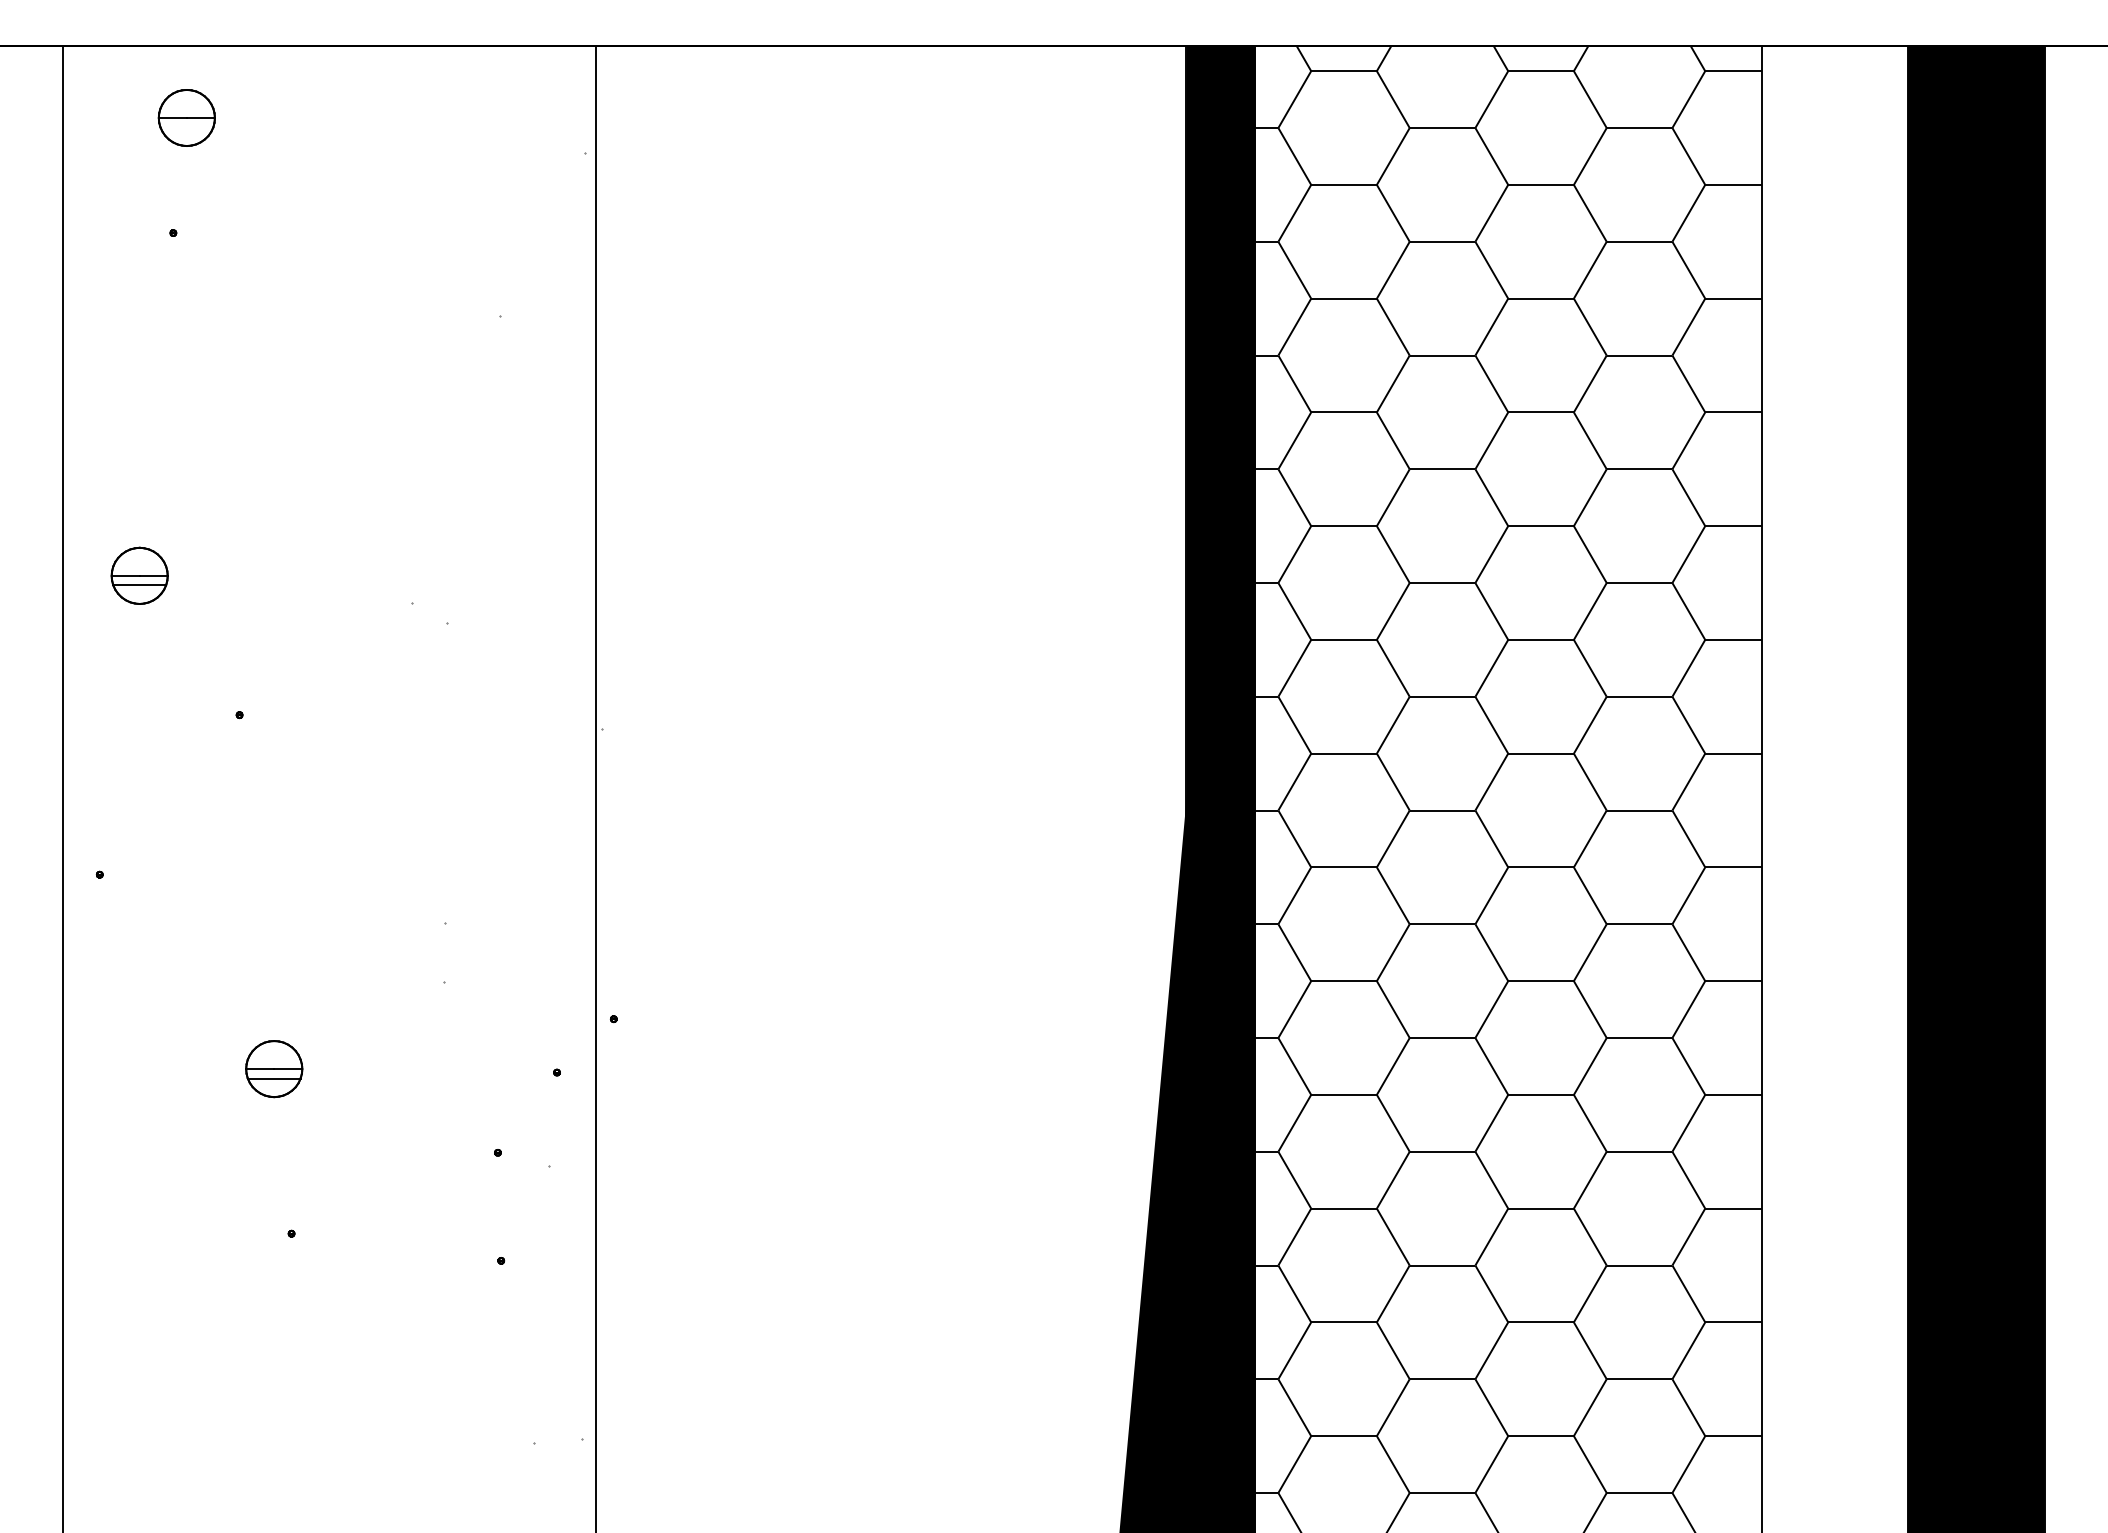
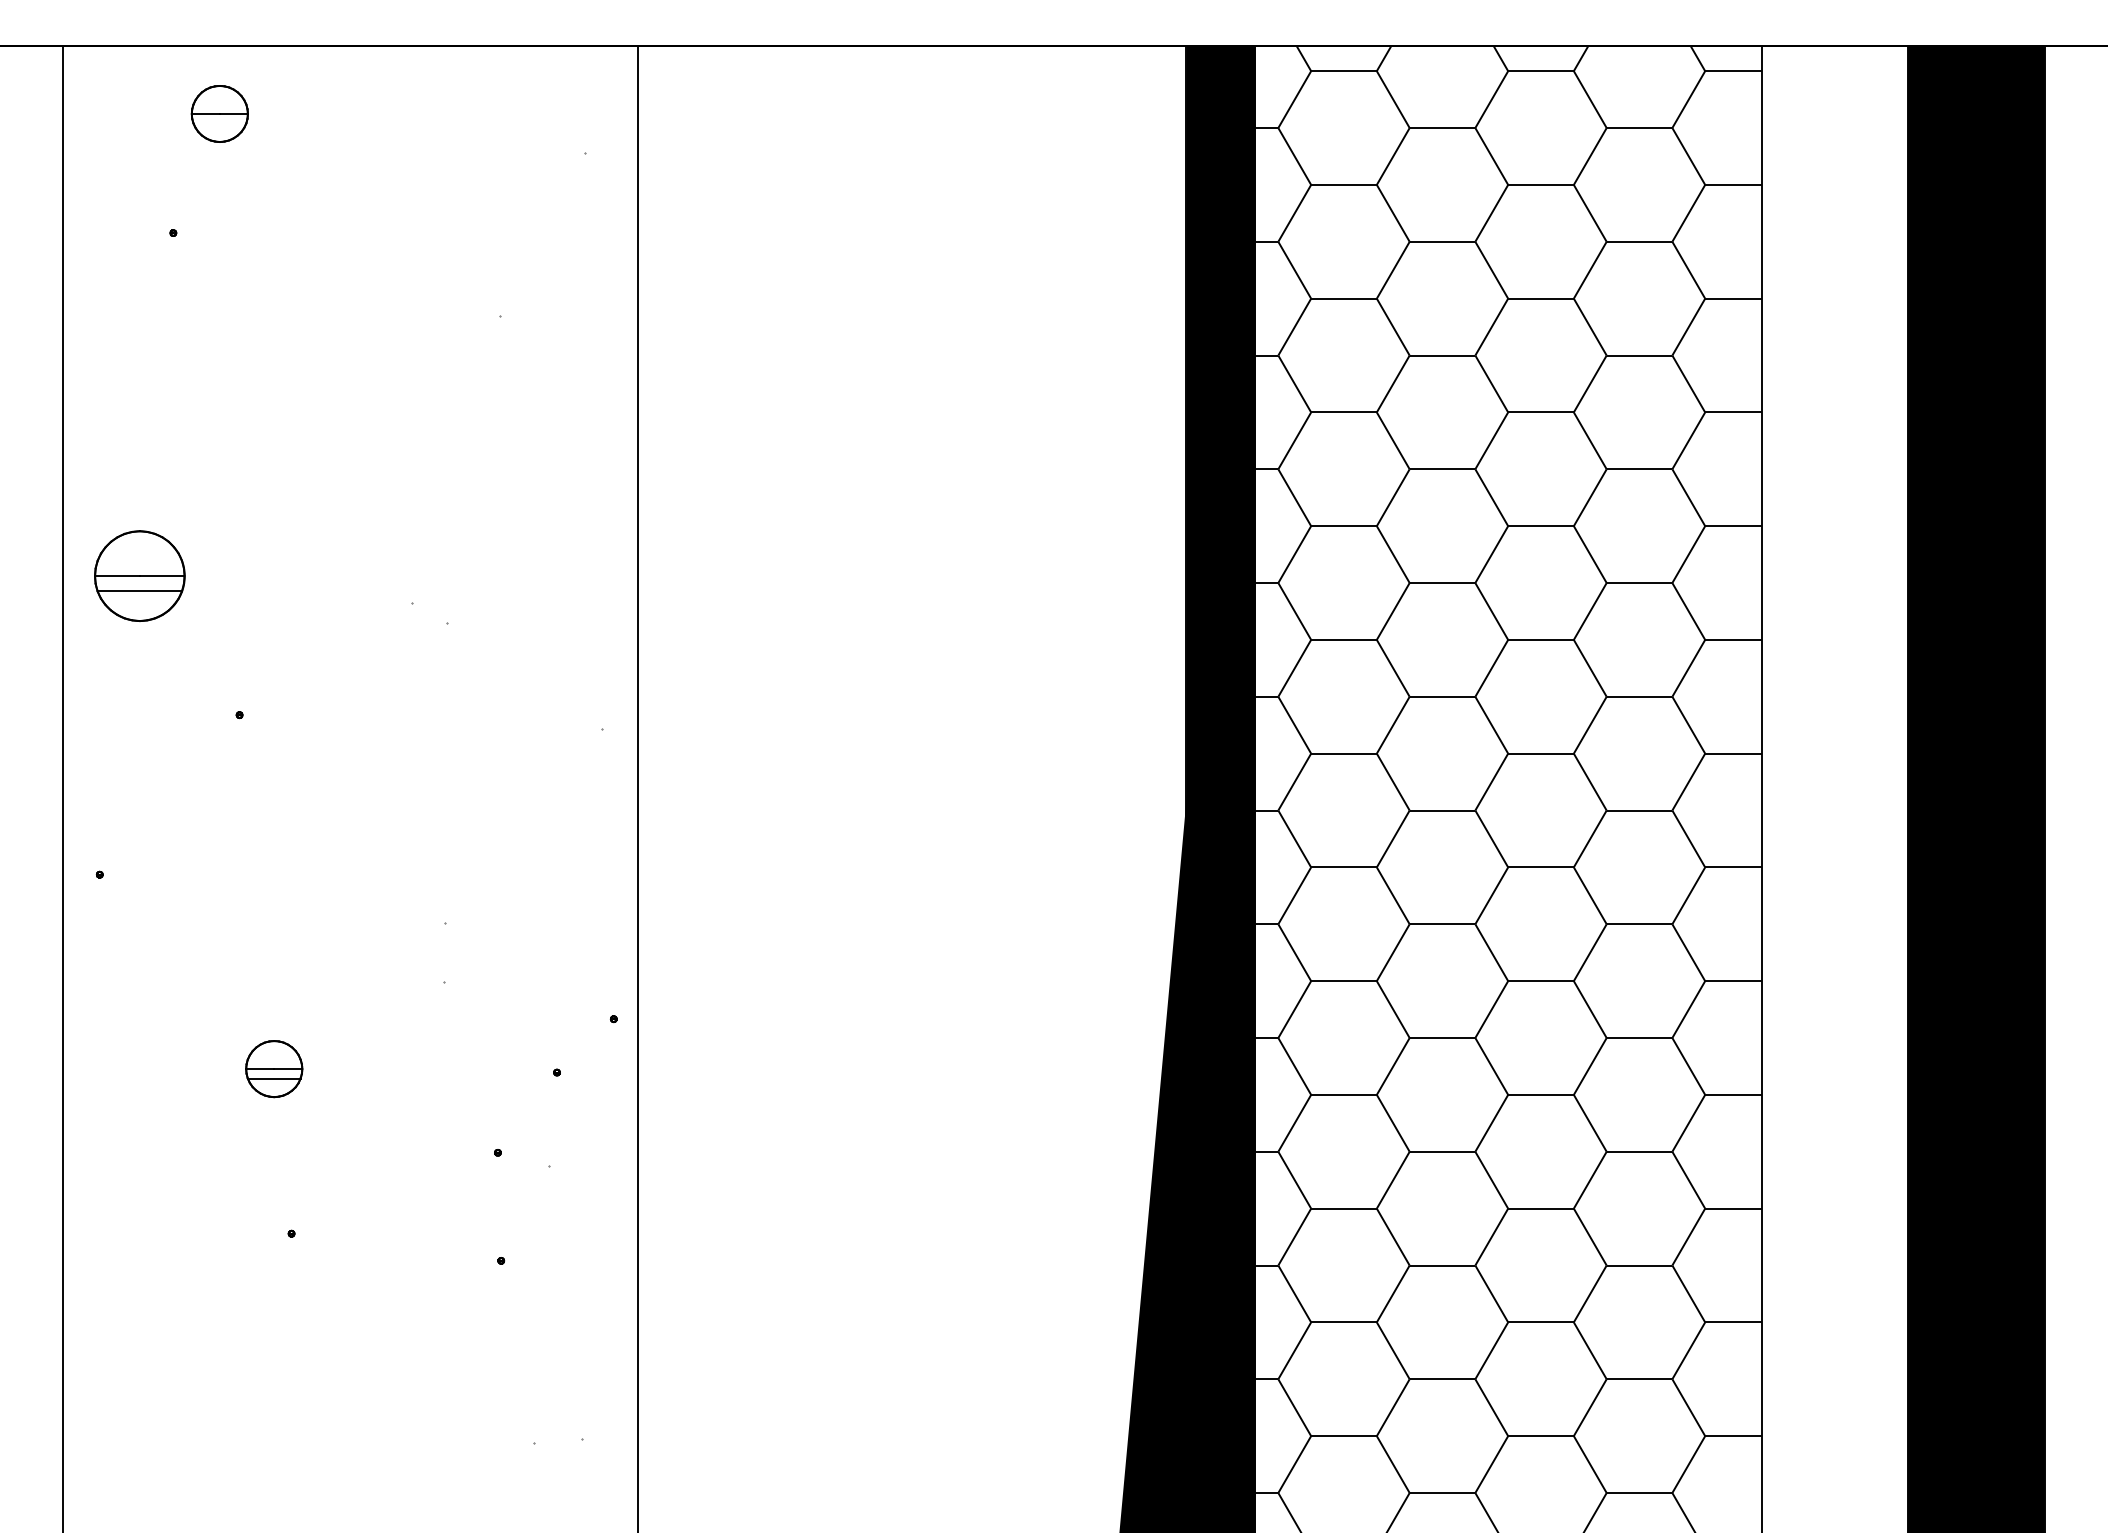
part at (186, 117) position: (186, 117) -> (219, 113)
part at (139, 575) size: 59x59 px -> 92x92 px
line at (595, 787) position: (595, 787) -> (637, 787)
